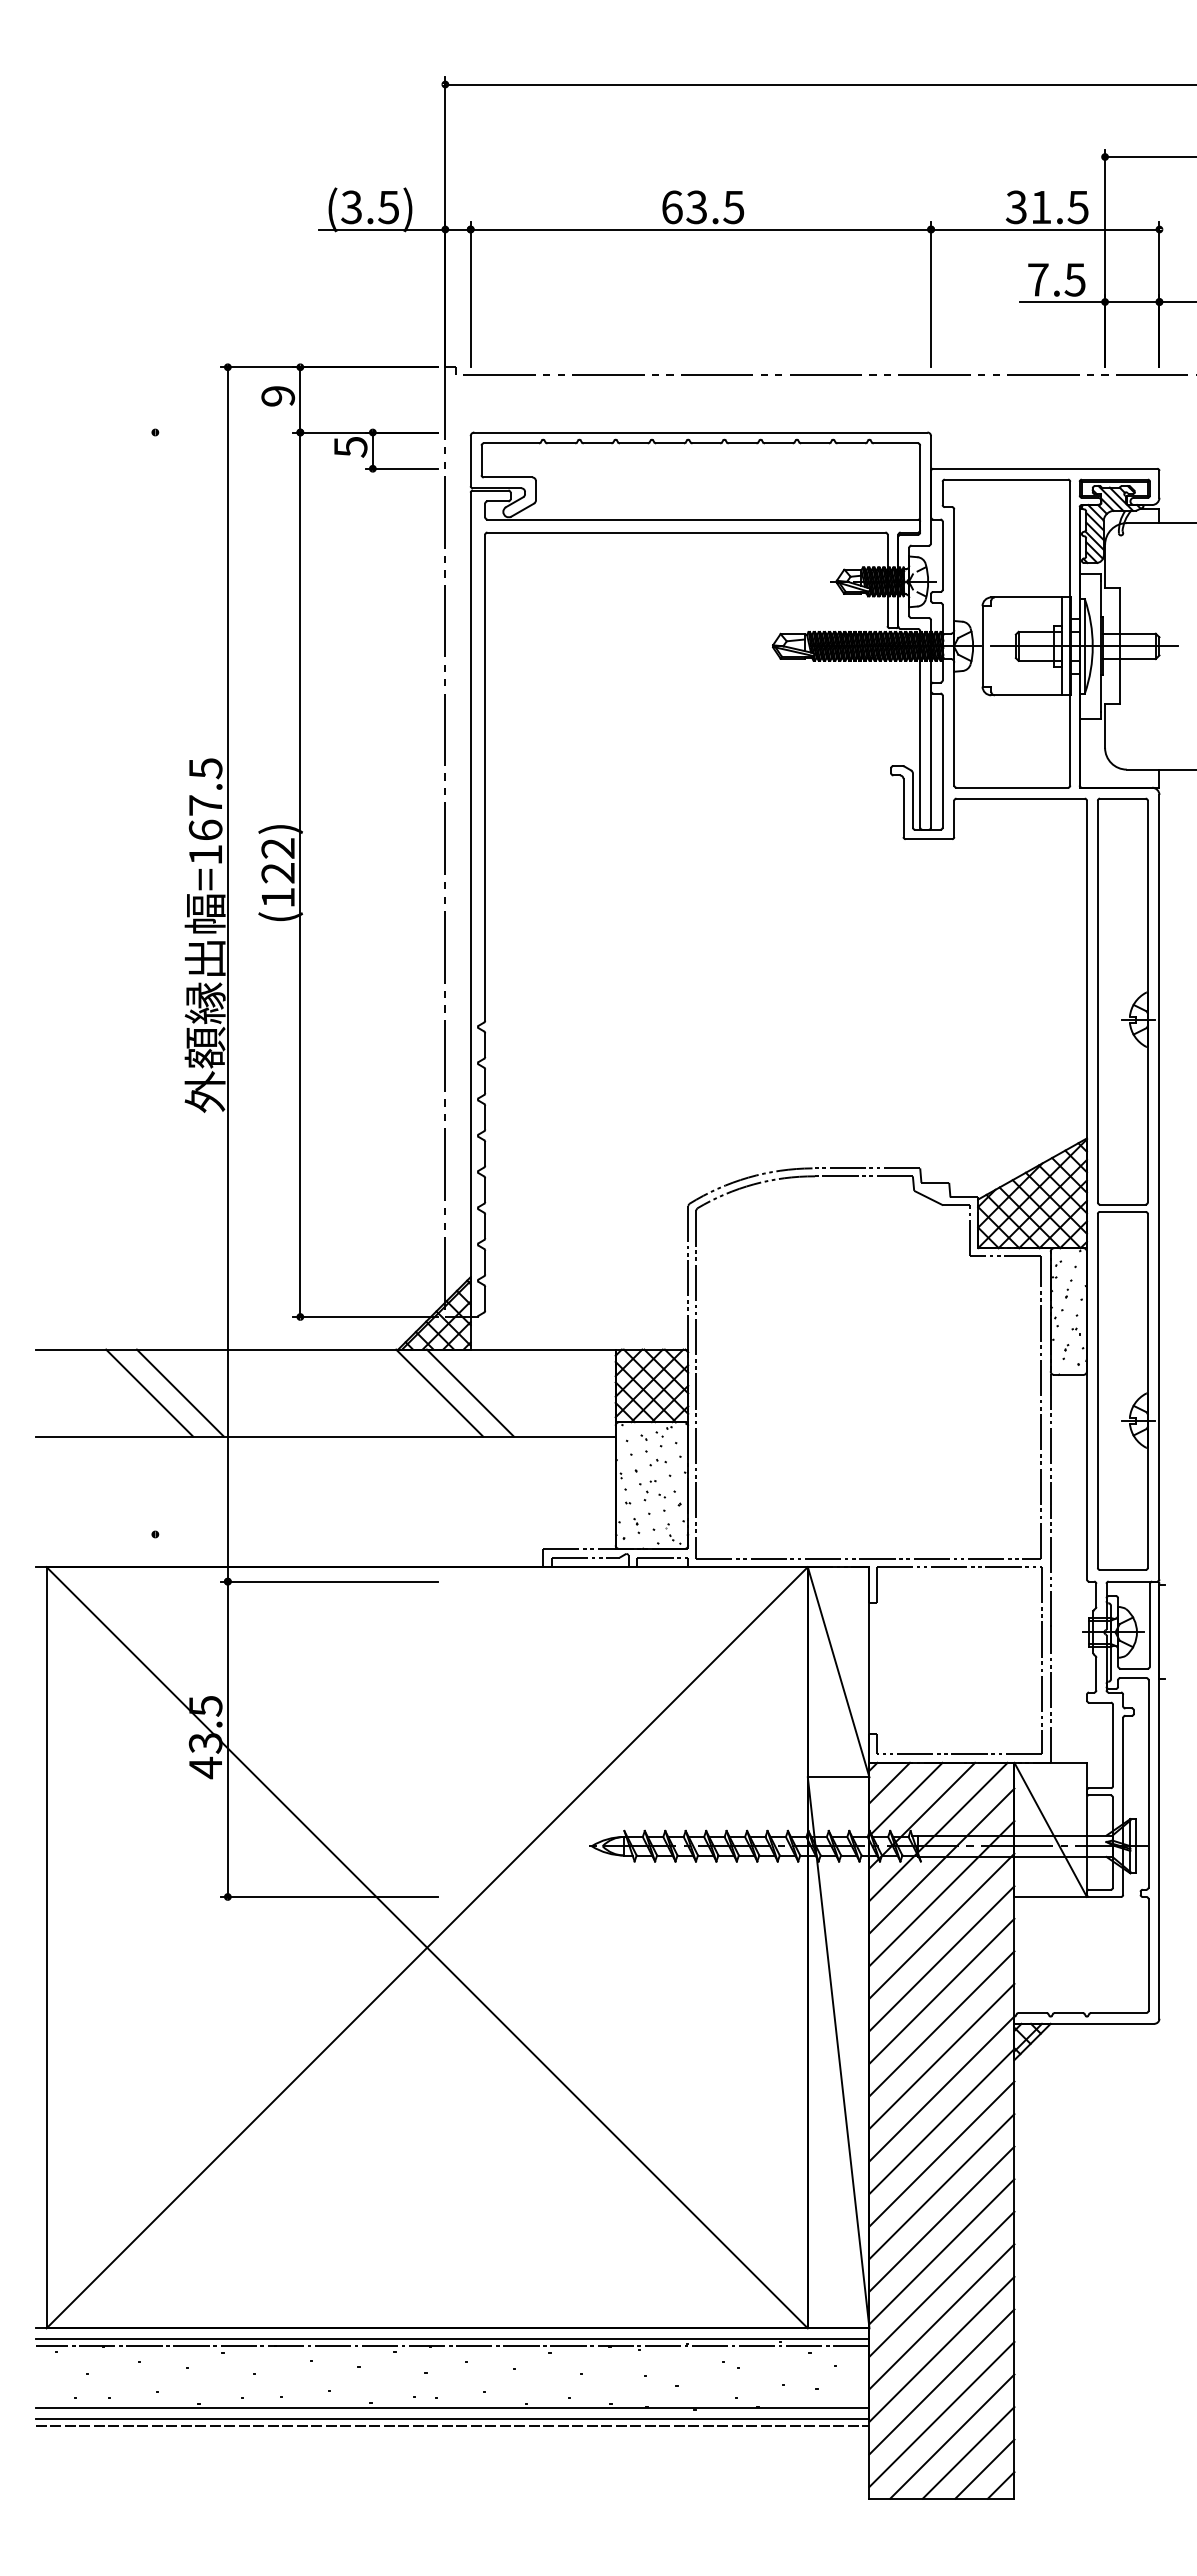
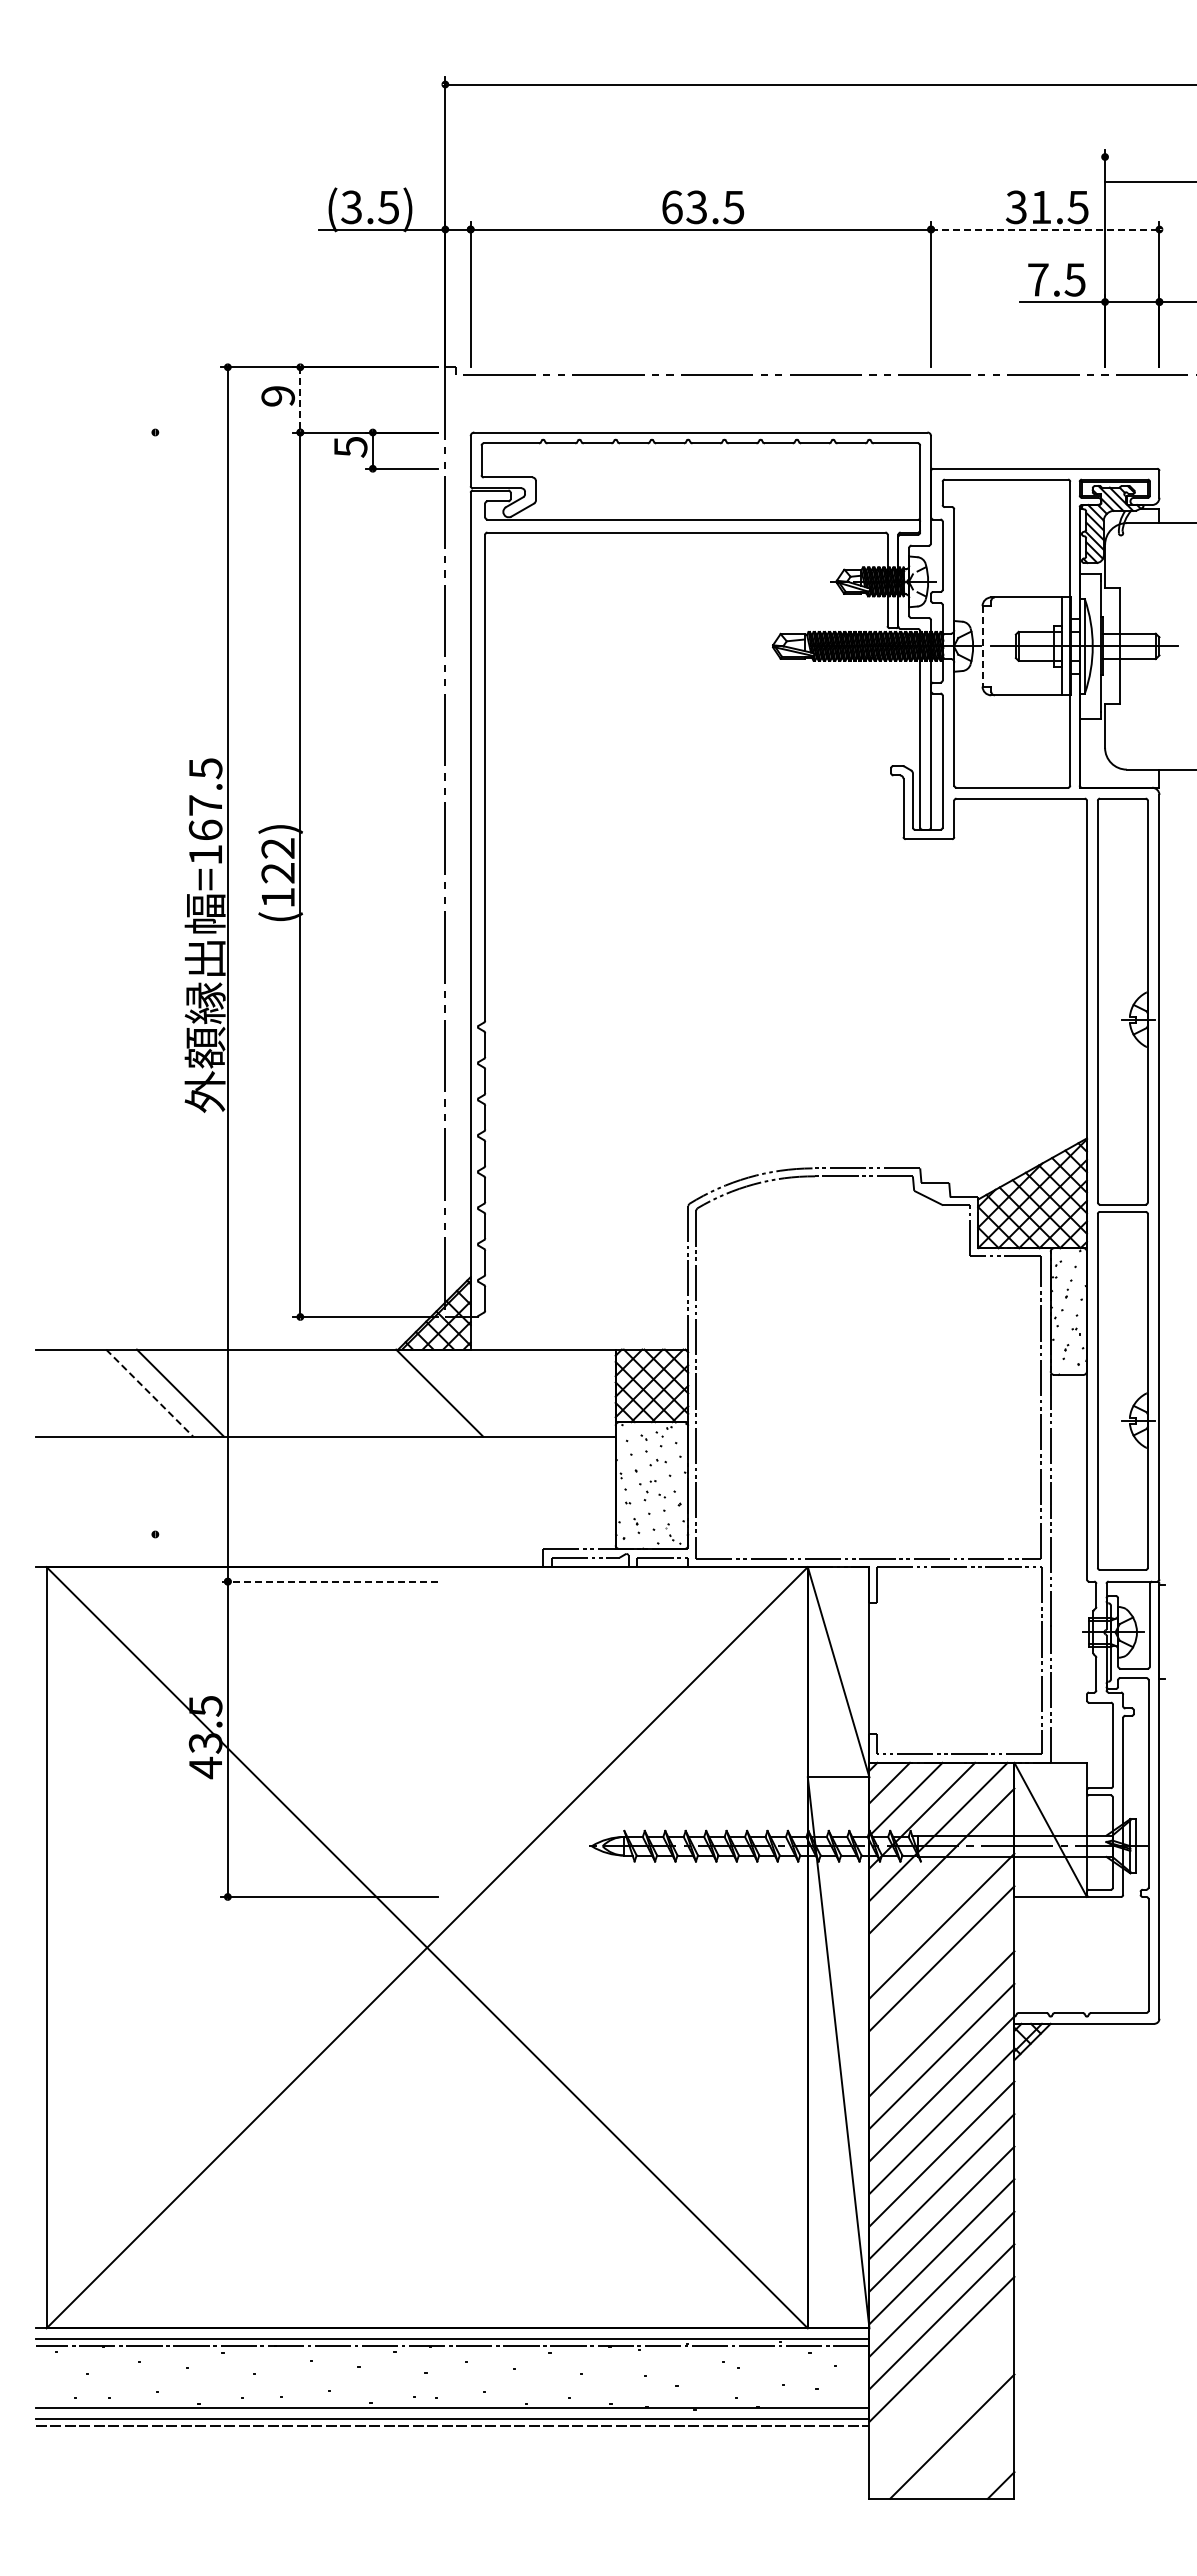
line at (1149, 157) position: (1149, 157) -> (1149, 182)
line at (1045, 229): solid -> dashed
line at (300, 399): solid -> dashed
line at (982, 646): solid -> dashed
line at (469, 1392): present -> none
line at (149, 1393): solid -> dashed
line at (329, 1581): solid -> dashed
line at (941, 1893): present -> none
line at (941, 1990): present -> none
line at (941, 2381): present -> none
line at (941, 2413): present -> none
line at (968, 2452): present -> none
line at (984, 2468): present -> none
